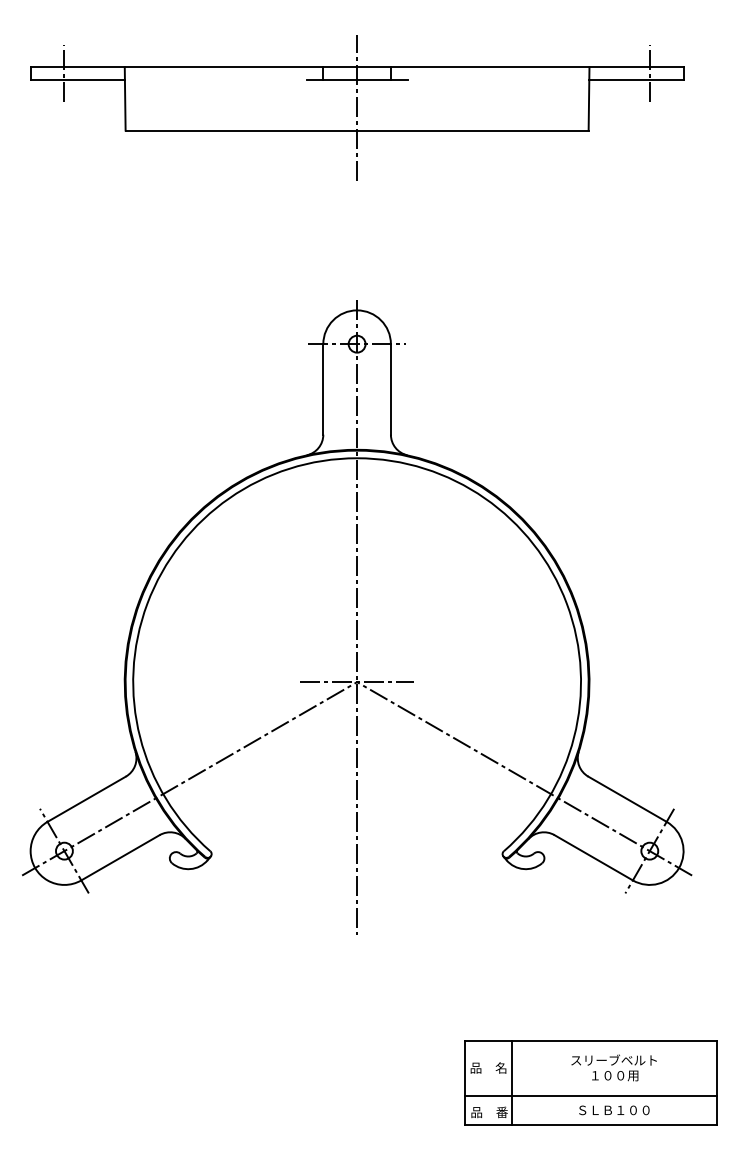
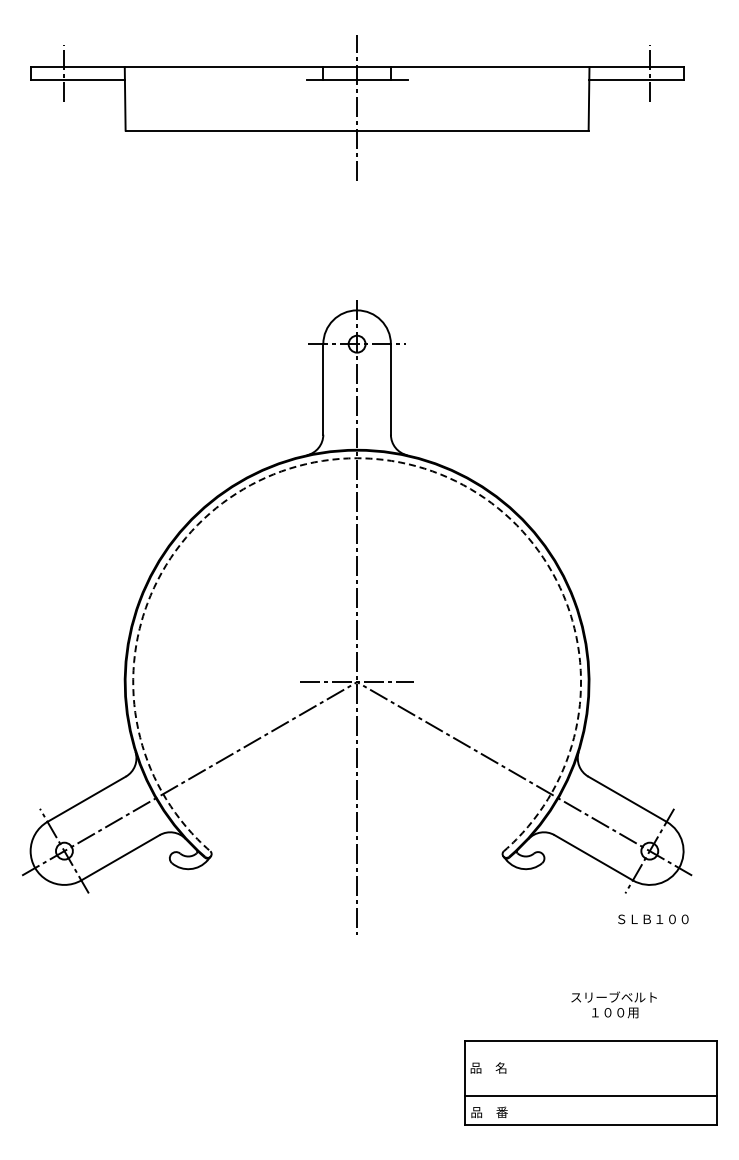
arc at (357, 458): solid -> dashed
text at (613, 1067) position: (613, 1067) -> (613, 1004)
line at (511, 1082): present -> none
text at (614, 1110) position: (614, 1110) -> (653, 919)
